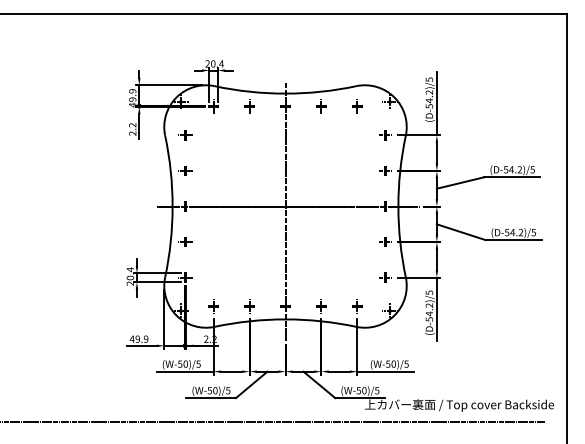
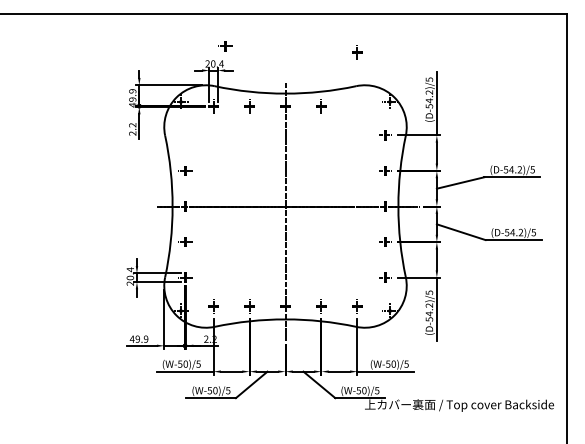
part at (357, 106) position: (357, 106) -> (357, 52)
part at (185, 135) position: (185, 135) -> (225, 46)
line at (273, 422): present -> none
